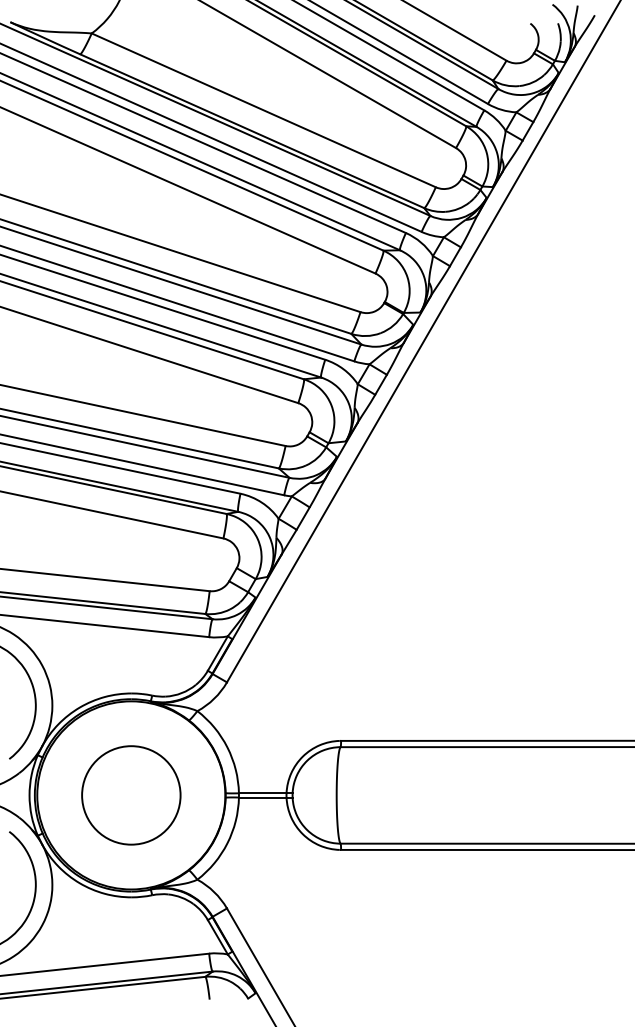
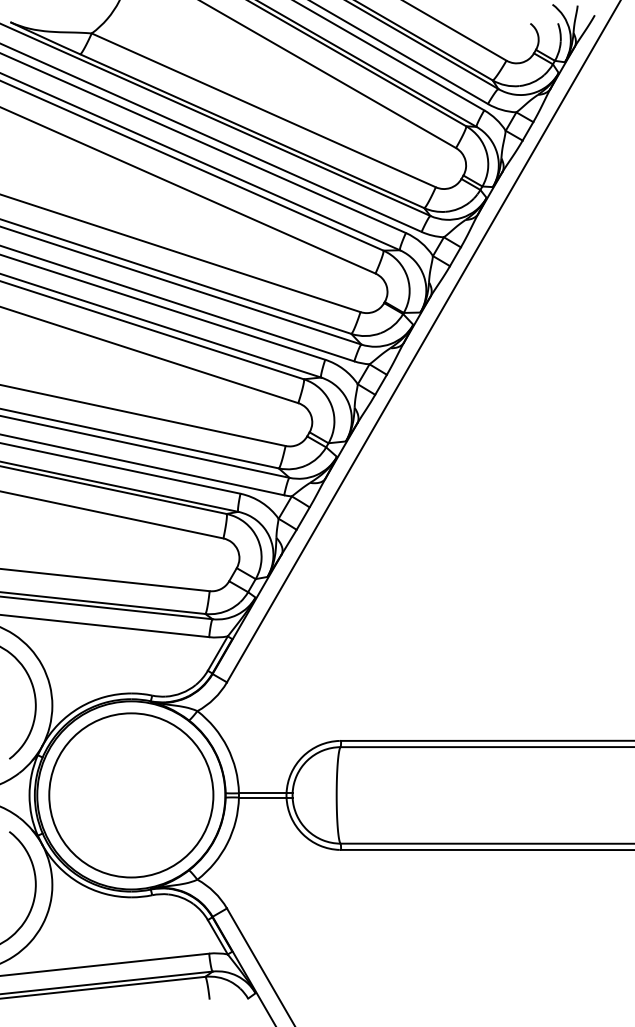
circle at (131, 795) diameter: 98 px -> 164 px
